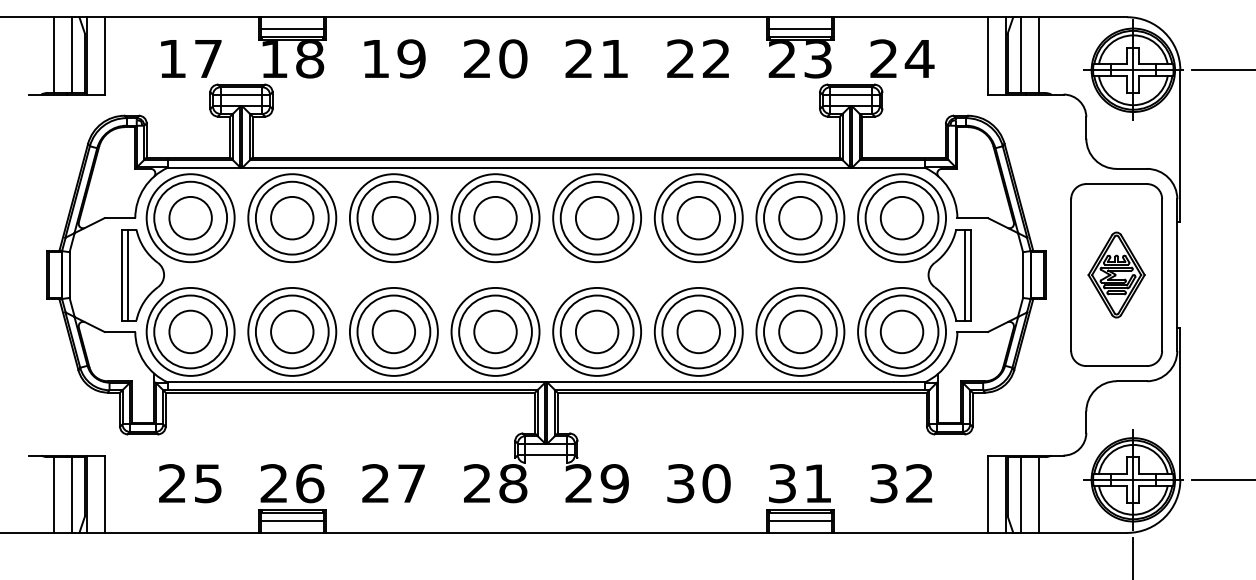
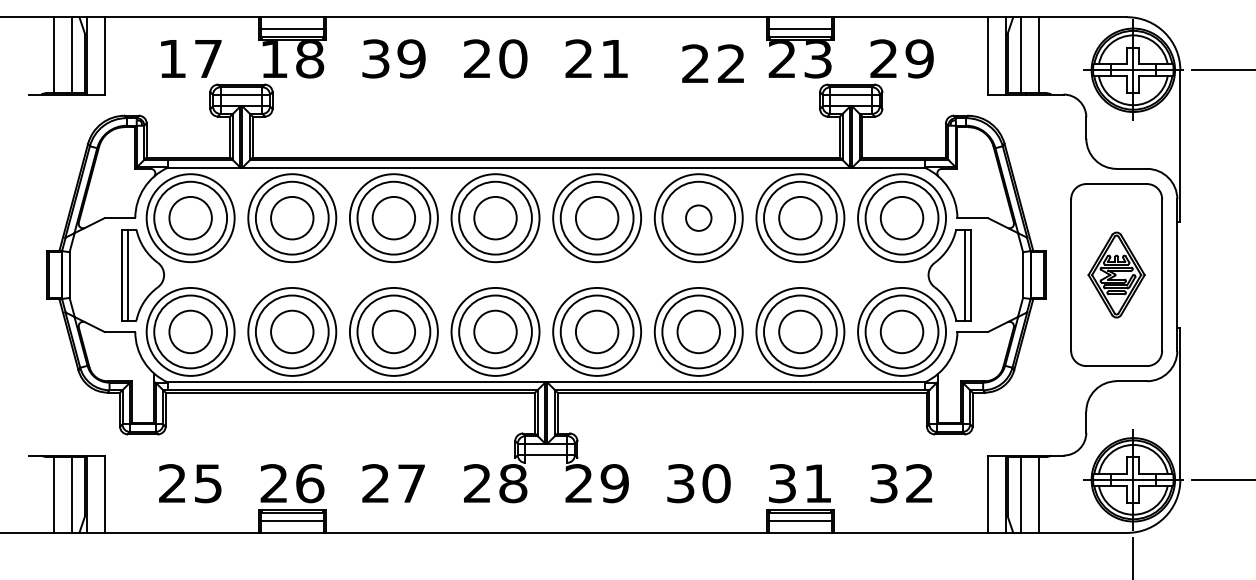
text at (375, 58): 19 -> 39
text at (697, 58) position: (697, 58) -> (712, 63)
text at (919, 58): 24 -> 29
circle at (698, 217) diameter: 42 px -> 25 px
